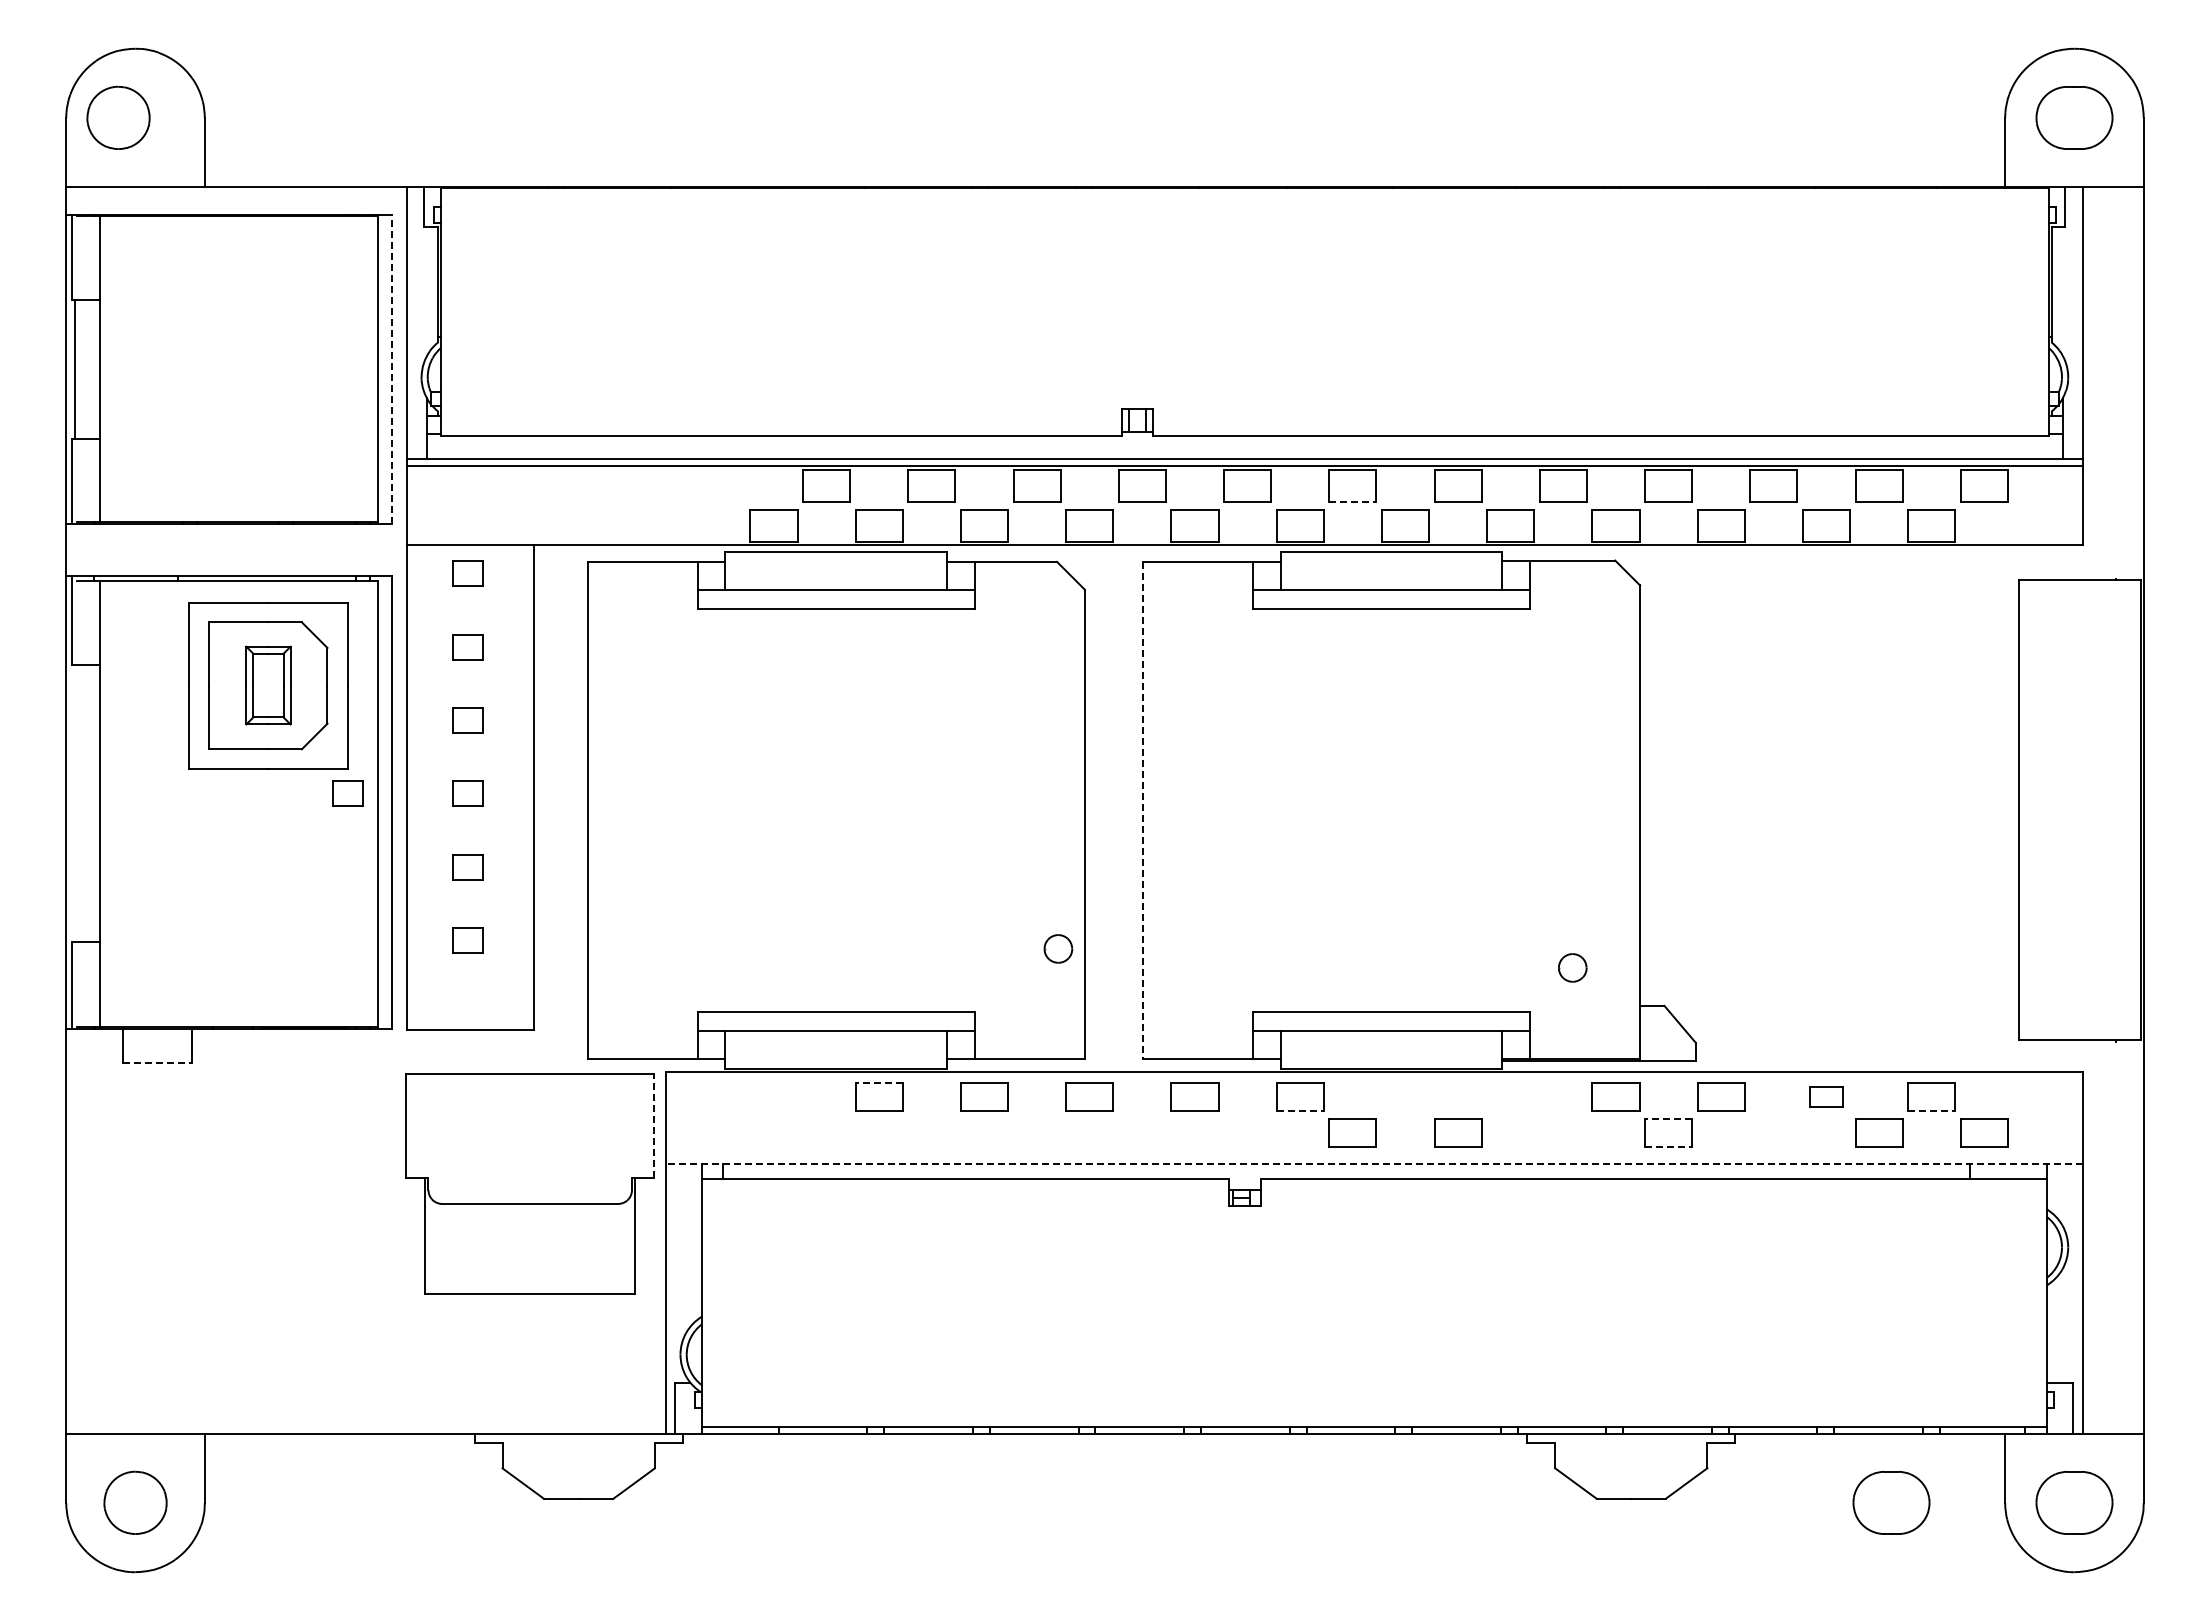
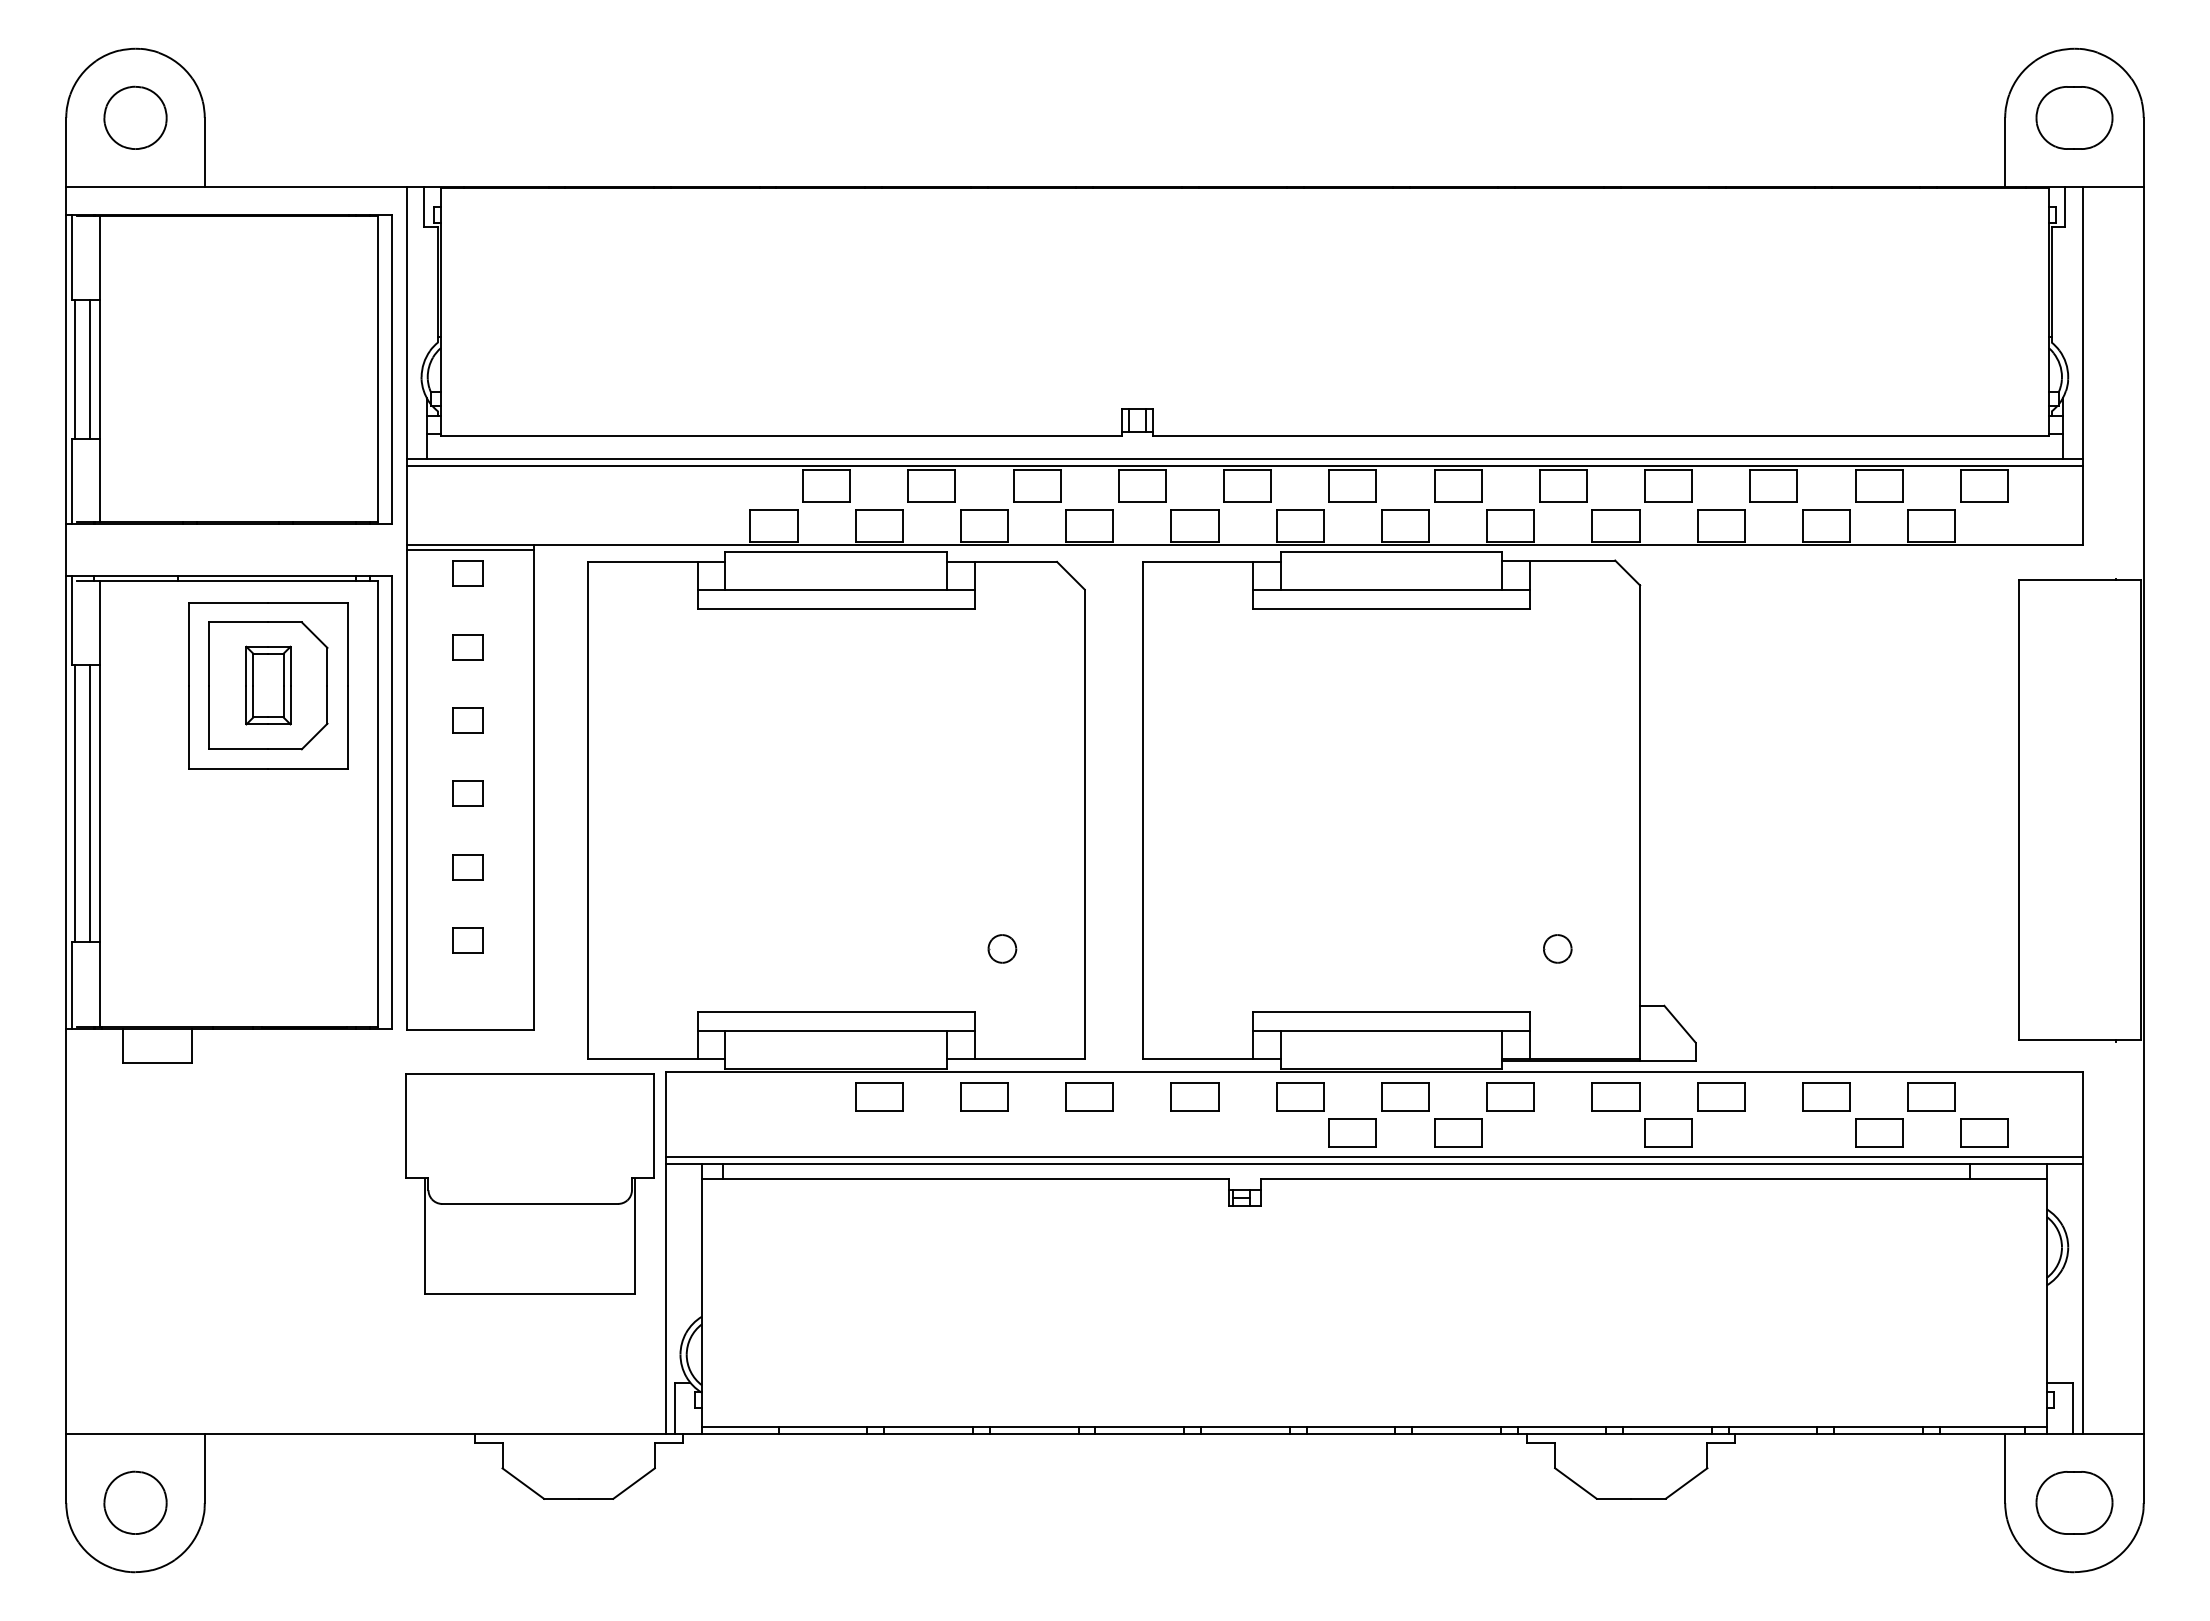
part at (118, 117) position: (118, 117) -> (135, 117)
line at (391, 368): dashed -> solid
line at (90, 369): none -> present
line at (1352, 501): dashed -> solid
line at (469, 550): none -> present
part at (347, 793): present -> none
line at (74, 803): none -> present
line at (90, 803): none -> present
line at (1142, 810): dashed -> solid
part at (1058, 948) position: (1058, 948) -> (1002, 948)
part at (1572, 967) position: (1572, 967) -> (1557, 948)
line at (157, 1062): dashed -> solid
line at (879, 1083): dashed -> solid
part at (1405, 1096): none -> present
part at (1510, 1096): none -> present
part at (1826, 1096) size: 35x22 px -> 49x30 px
line at (1300, 1111): dashed -> solid
line at (1931, 1111): dashed -> solid
line at (1668, 1119): dashed -> solid
line at (654, 1125): dashed -> solid
line at (1668, 1147): dashed -> solid
line at (1373, 1156): none -> present
line at (1373, 1163): dashed -> solid
part at (1891, 1502): present -> none
